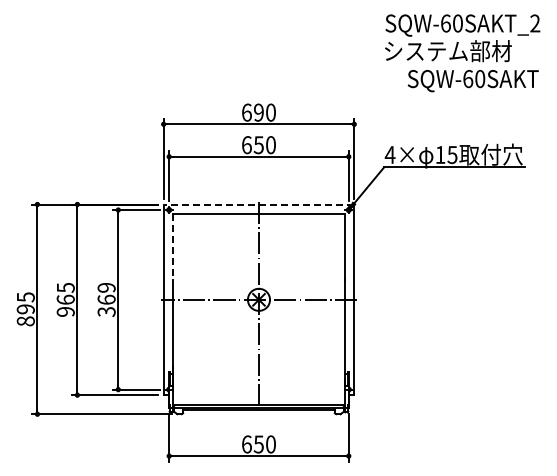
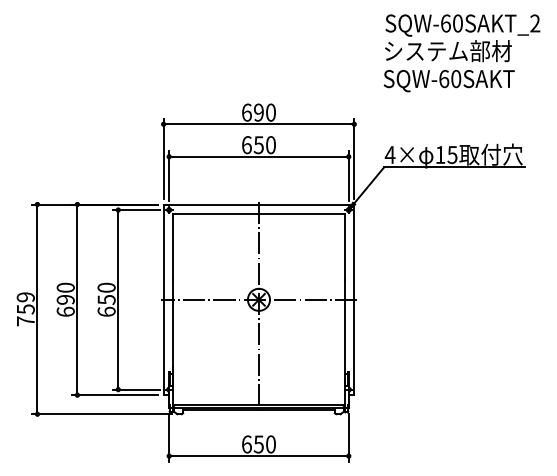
text at (472, 81) position: (472, 81) -> (448, 81)
line at (258, 204): dashed -> solid
line at (172, 247): dashed -> solid
text at (65, 299): 965 -> 690
text at (106, 299): 369 -> 650
text at (25, 309): 895 -> 759
